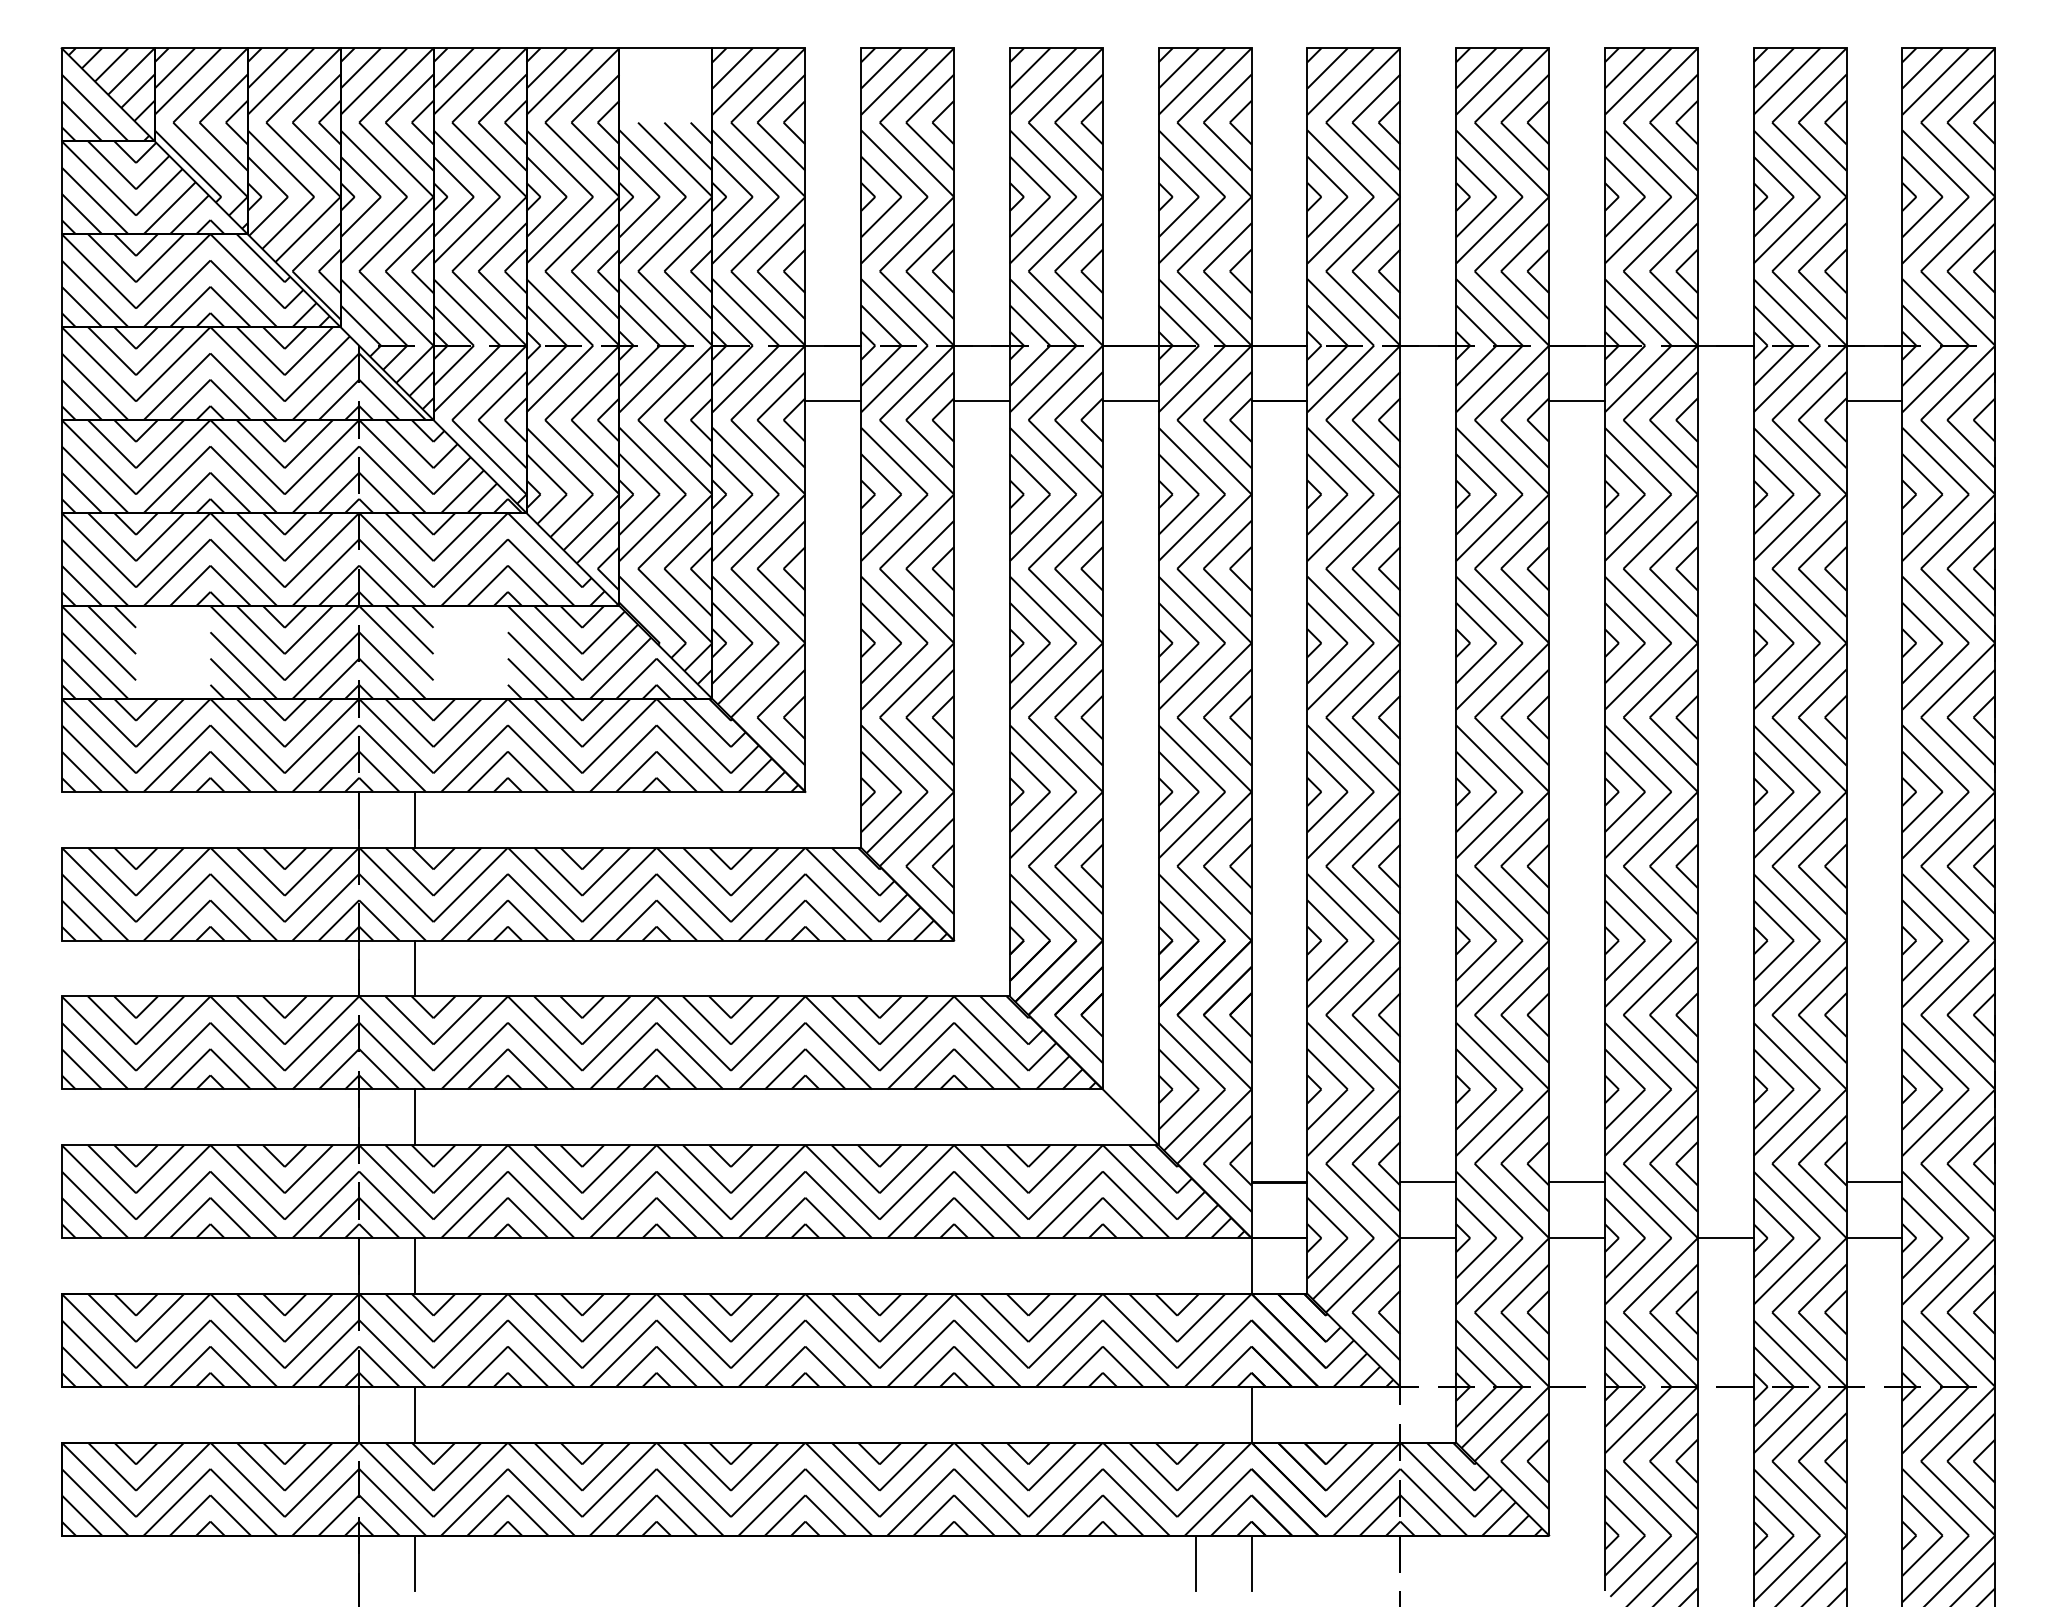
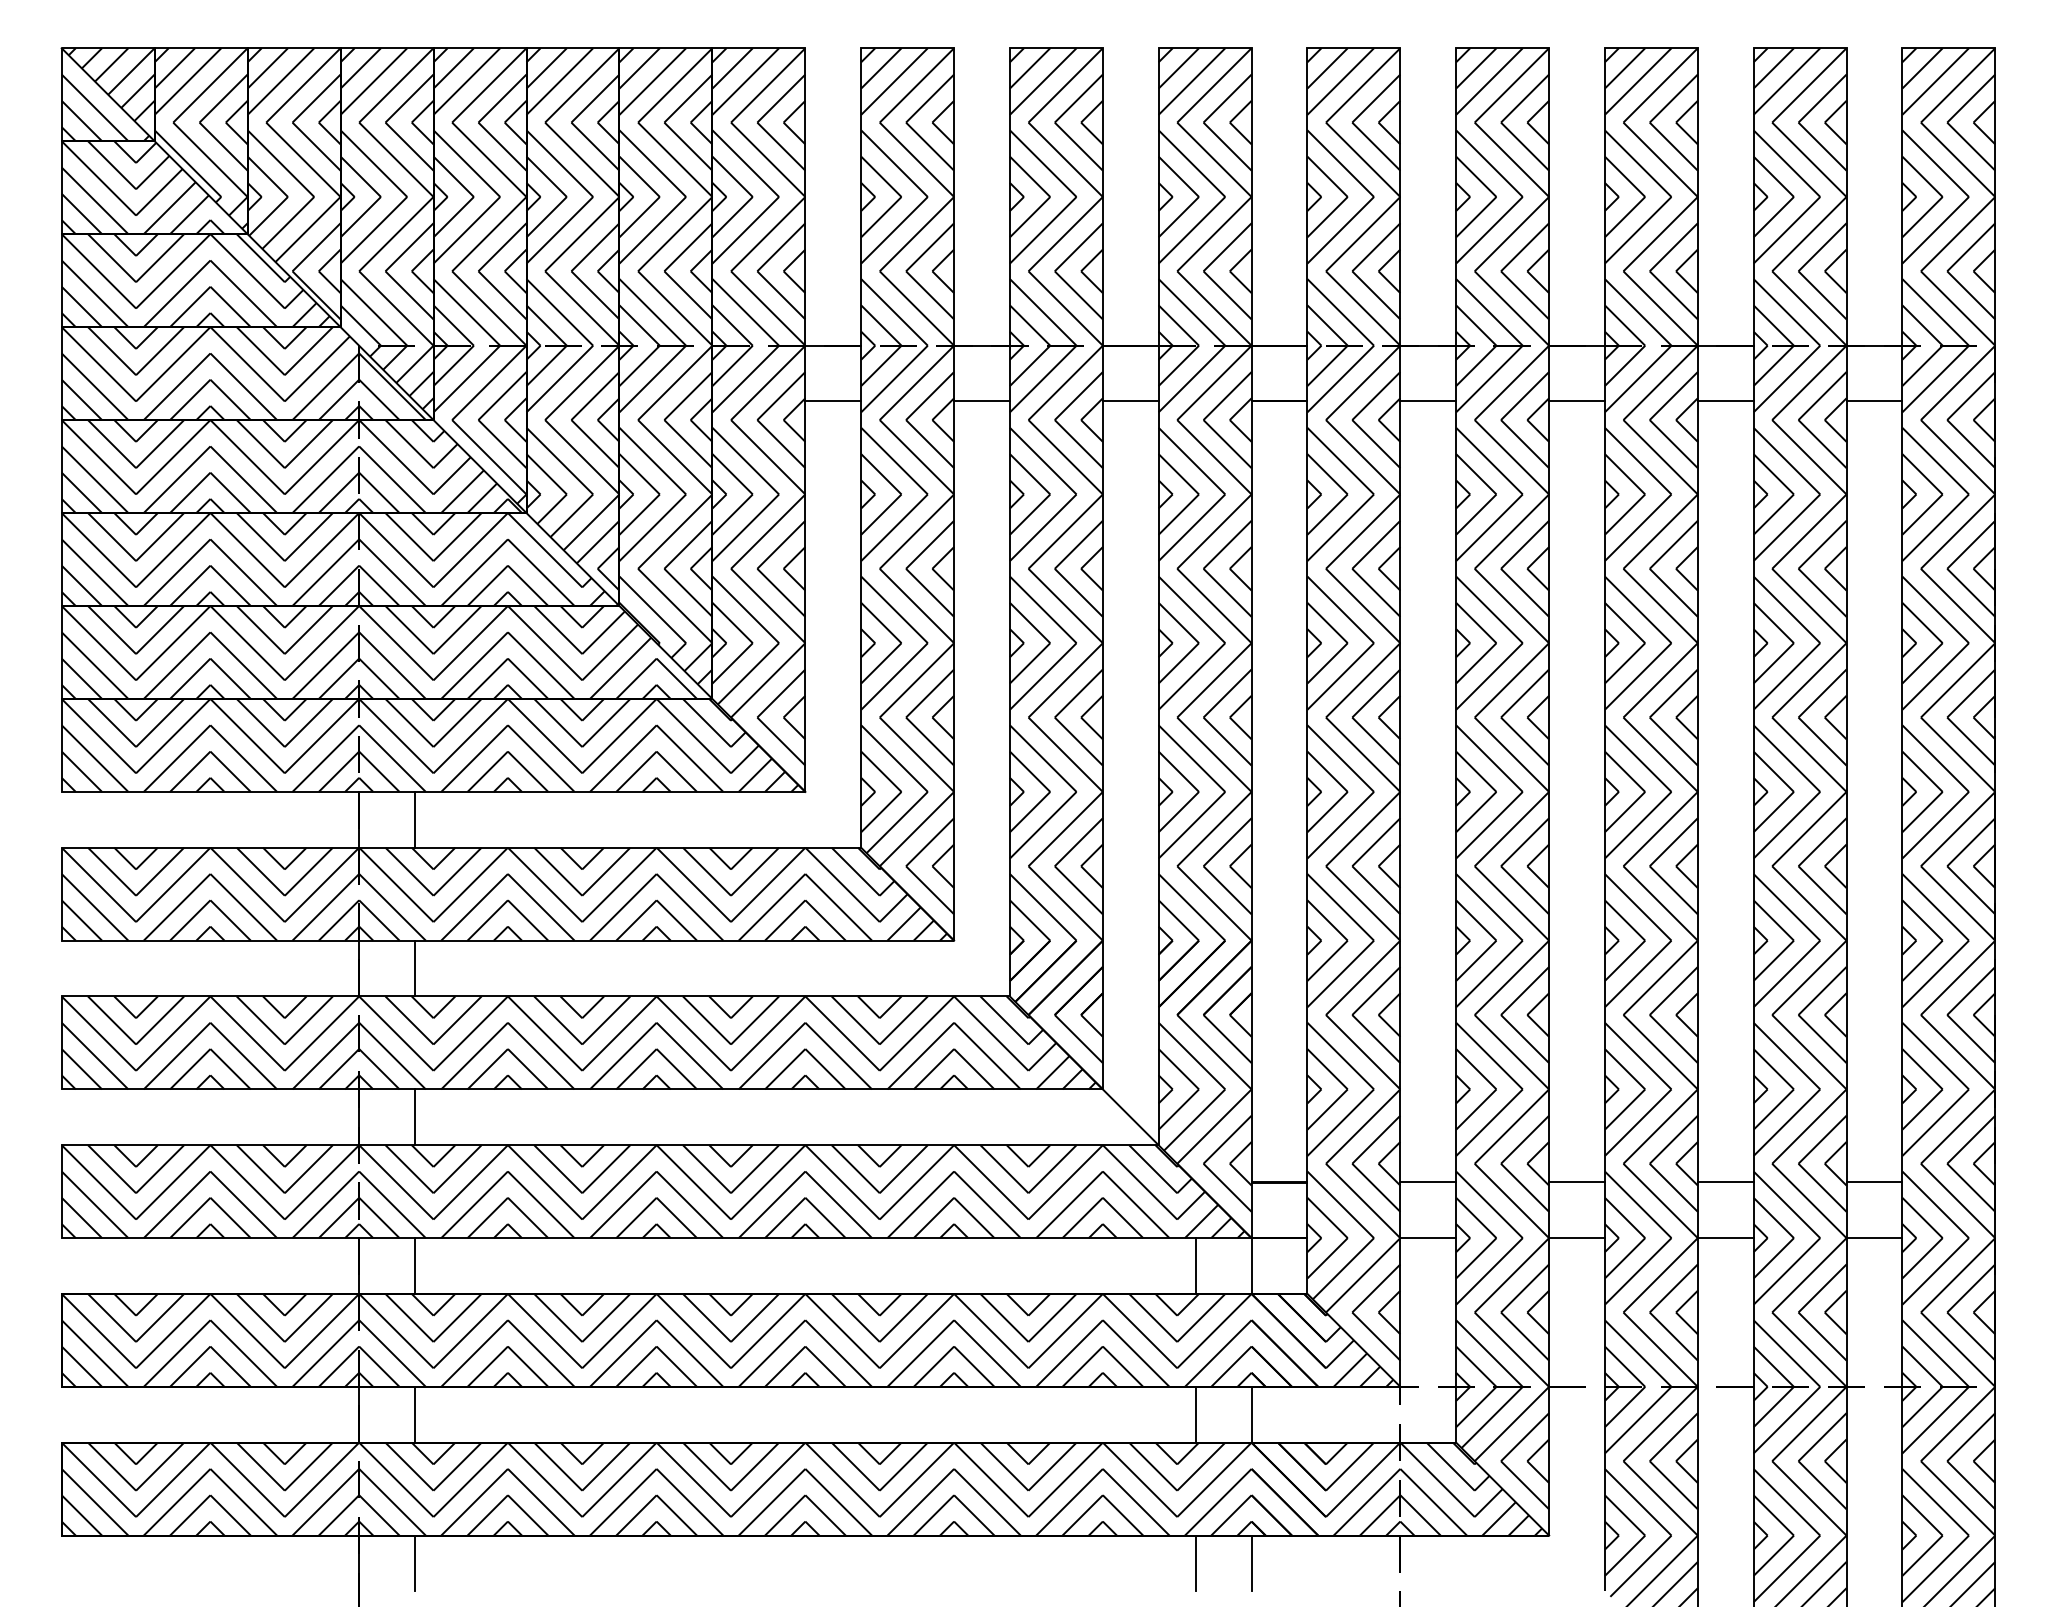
hatch at (665, 85): none -> present
line at (1428, 401): none -> present
line at (1725, 401): none -> present
hatch at (173, 652): none -> present
hatch at (470, 652): none -> present
line at (1725, 1182): none -> present
line at (1195, 1265): none -> present
line at (1195, 1414): none -> present
